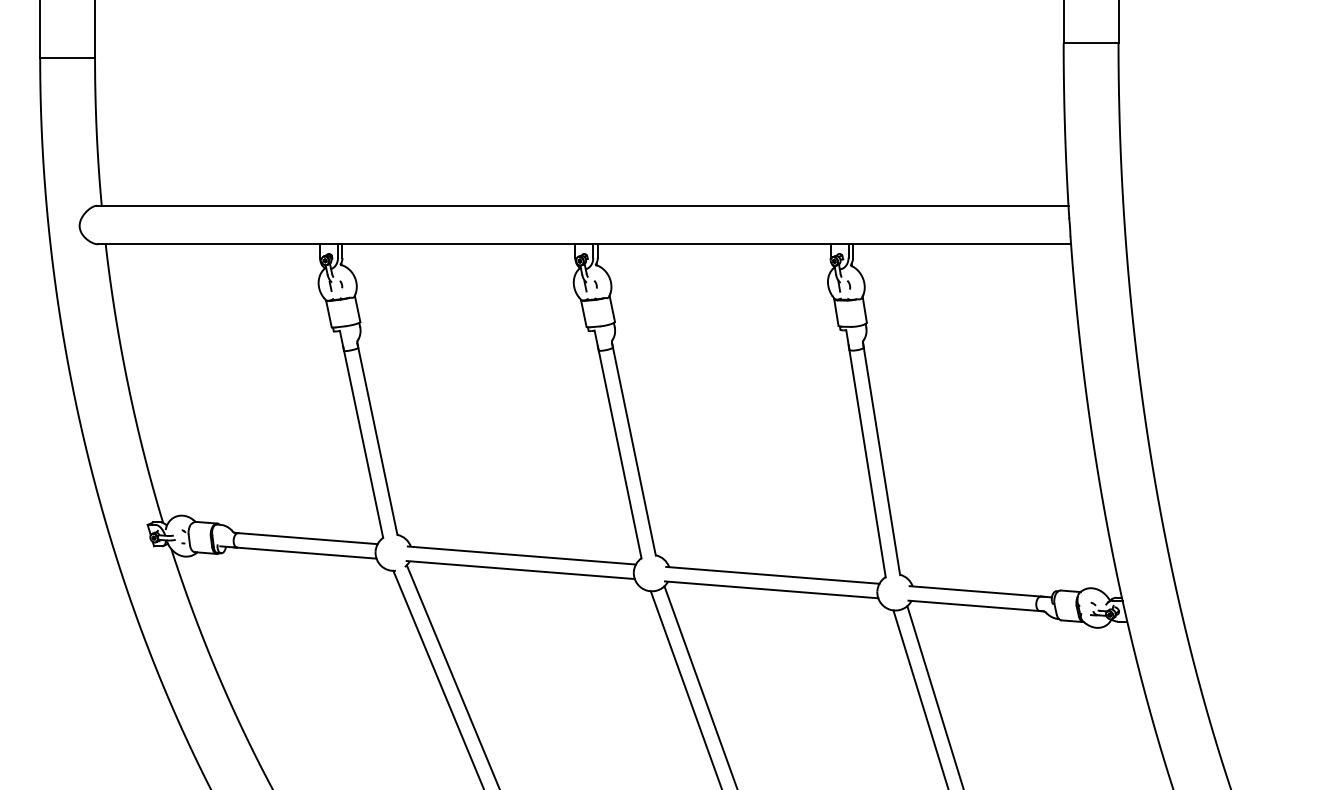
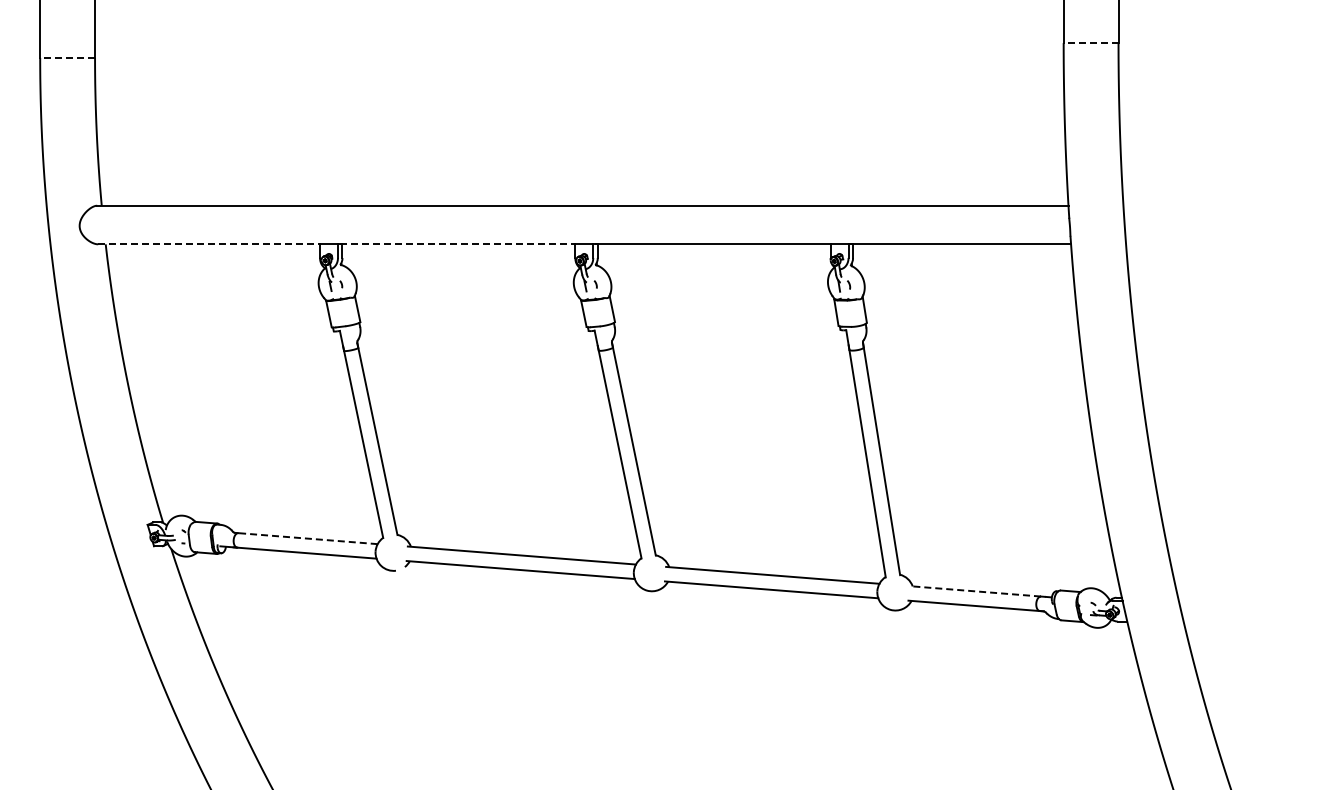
line at (1090, 43): solid -> dashed
line at (67, 57): solid -> dashed
line at (209, 244): solid -> dashed
line at (457, 244): solid -> dashed
line at (306, 538): solid -> dashed
line at (980, 591): solid -> dashed
line at (452, 675): present -> none
line at (437, 678): present -> none
line at (700, 686): present -> none
line at (685, 688): present -> none
line at (934, 696): present -> none
line at (920, 698): present -> none
